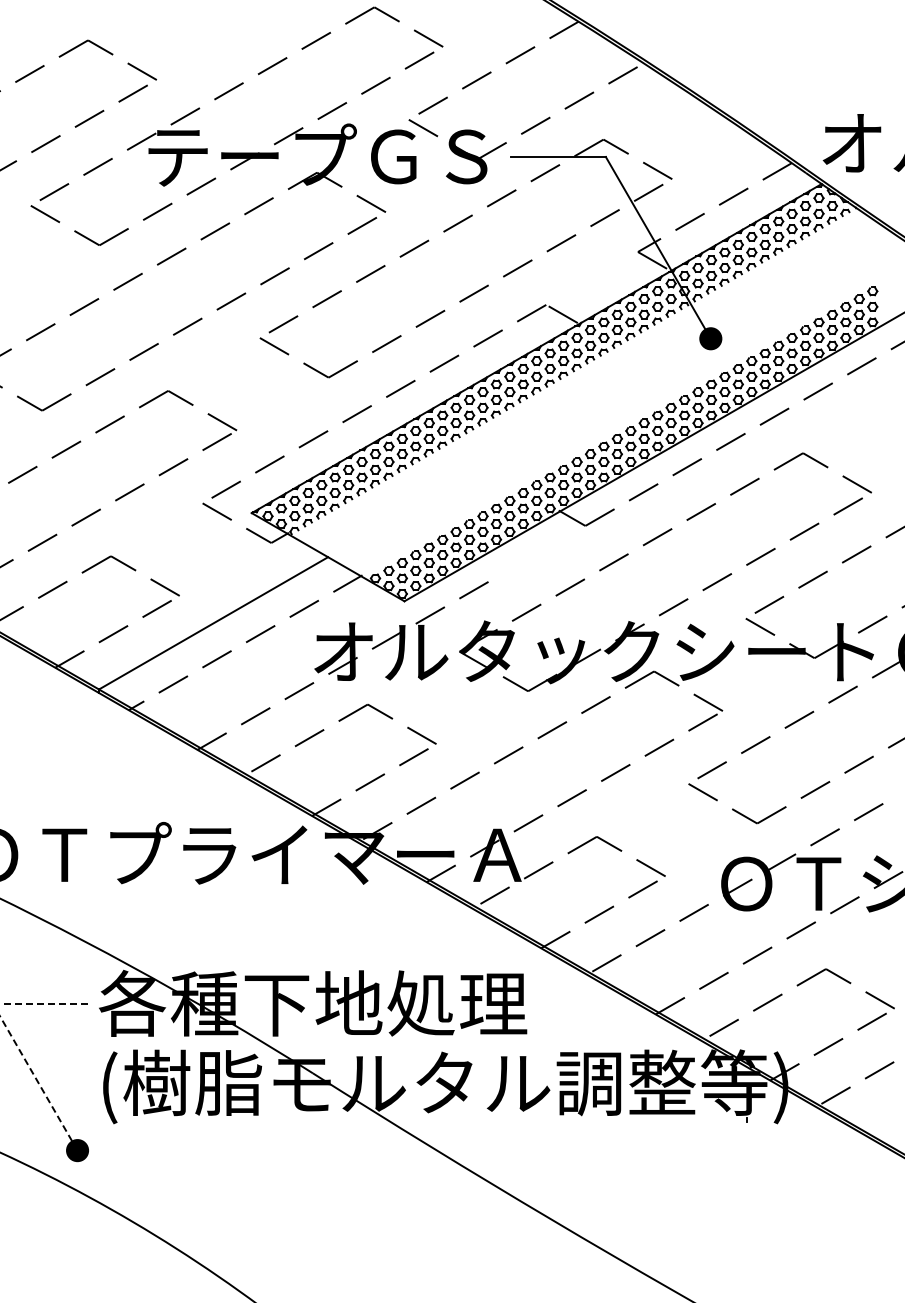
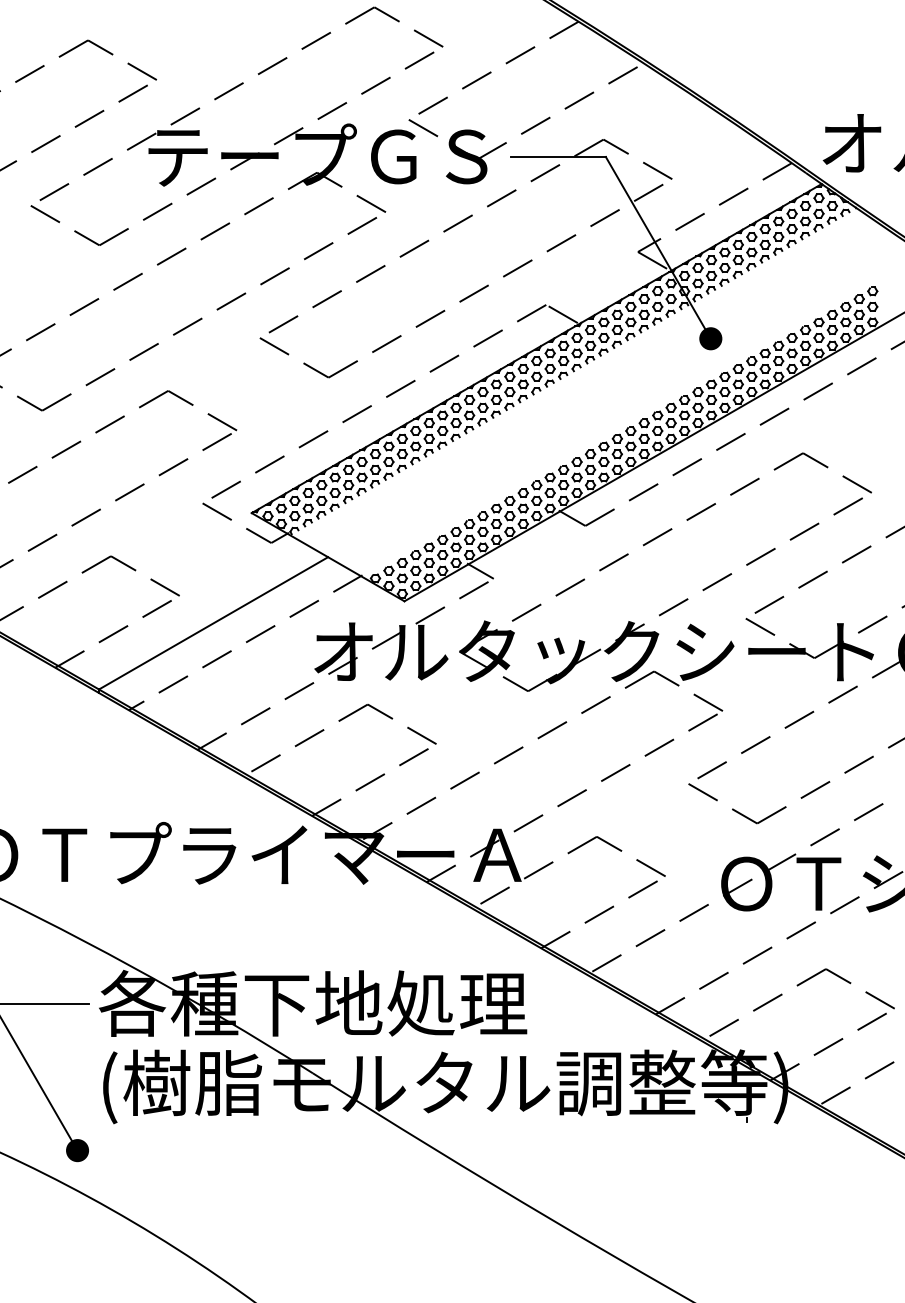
line at (480, 570): none -> present
line at (44, 1004): dashed -> solid
line at (38, 1083): dashed -> solid
